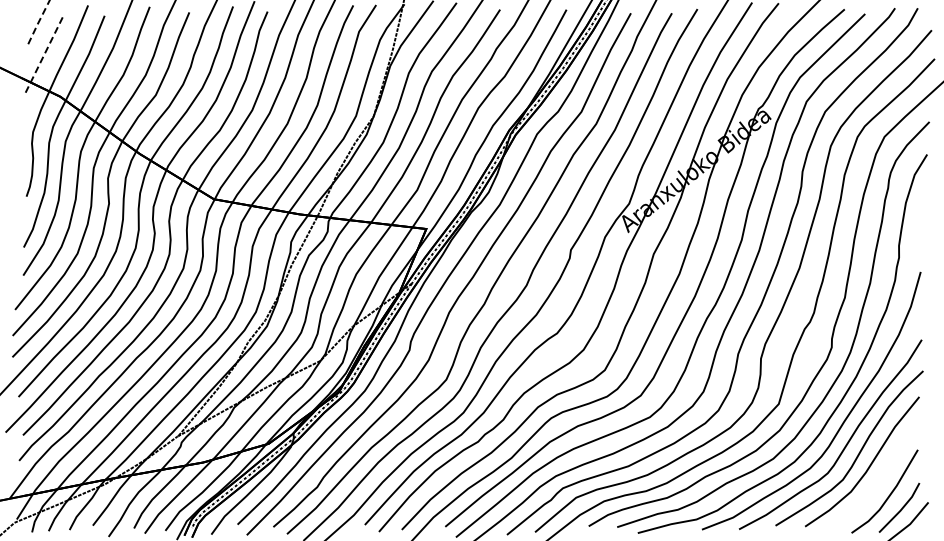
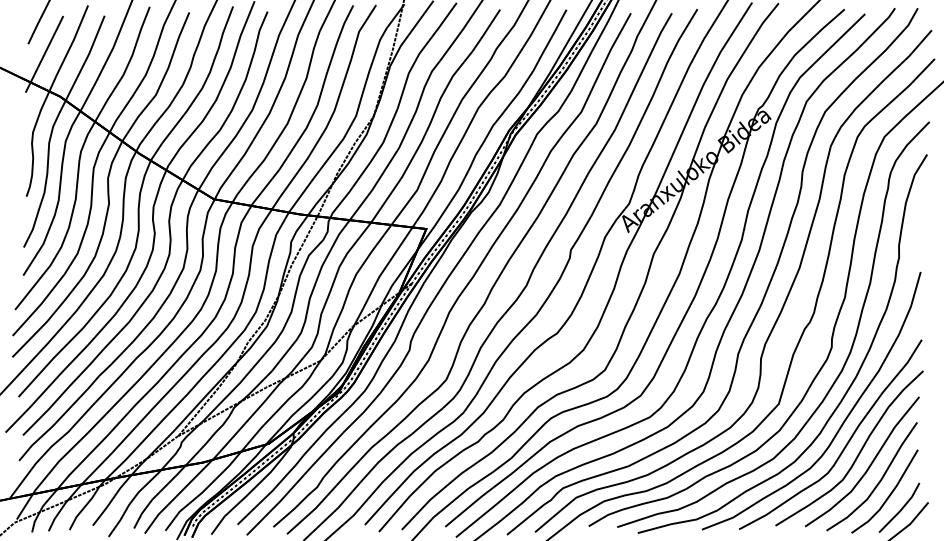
line at (38, 22): dashed -> solid
line at (44, 54): dashed -> solid
curve at (878, 481): none -> present
